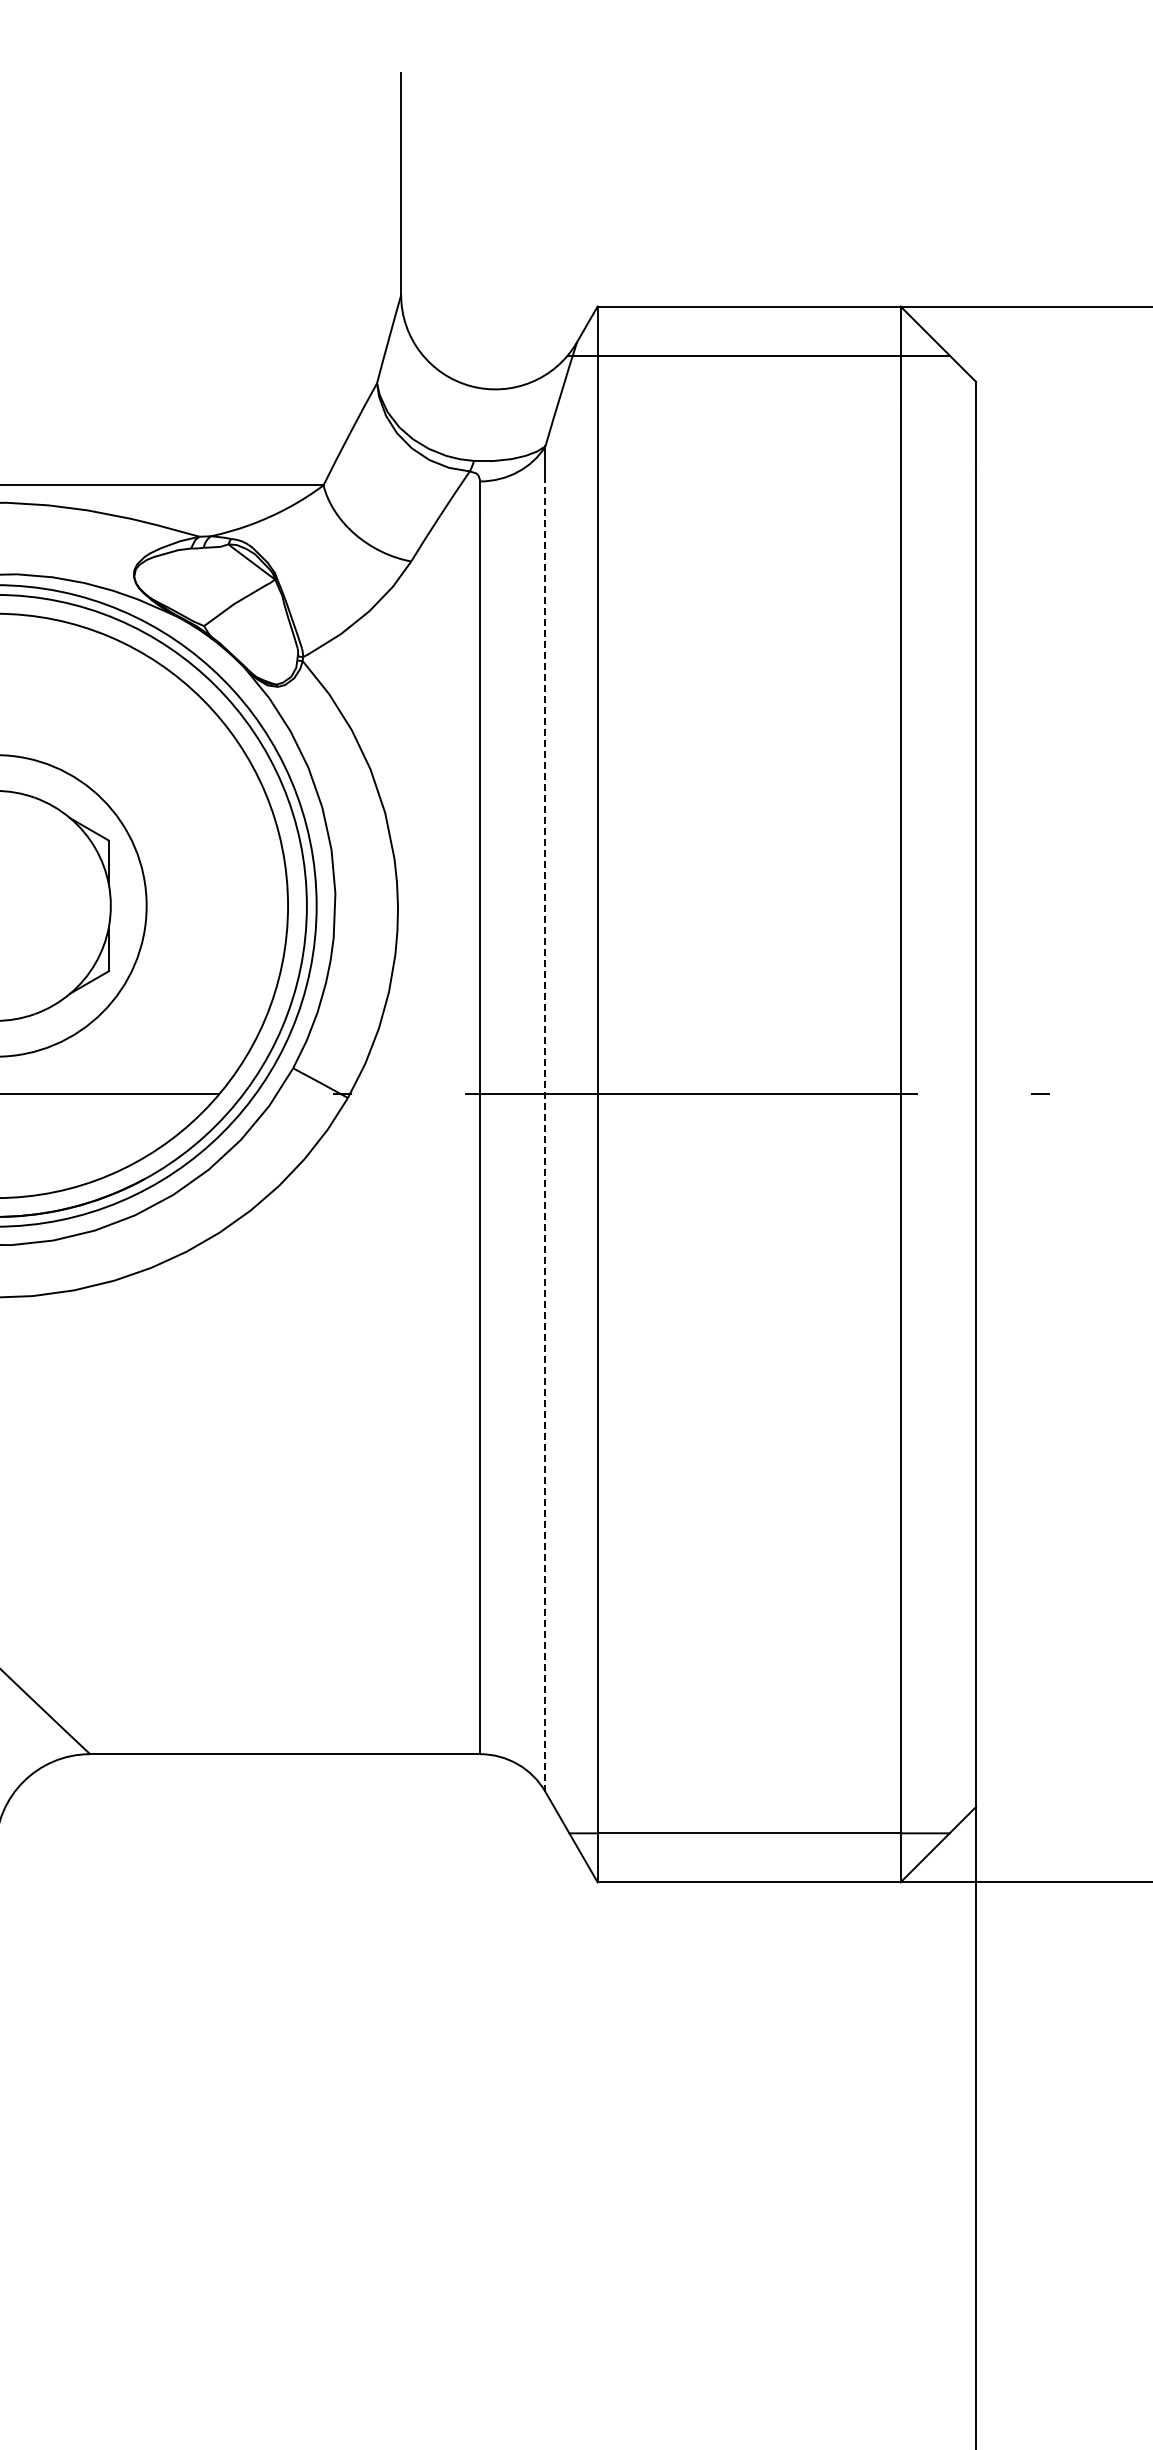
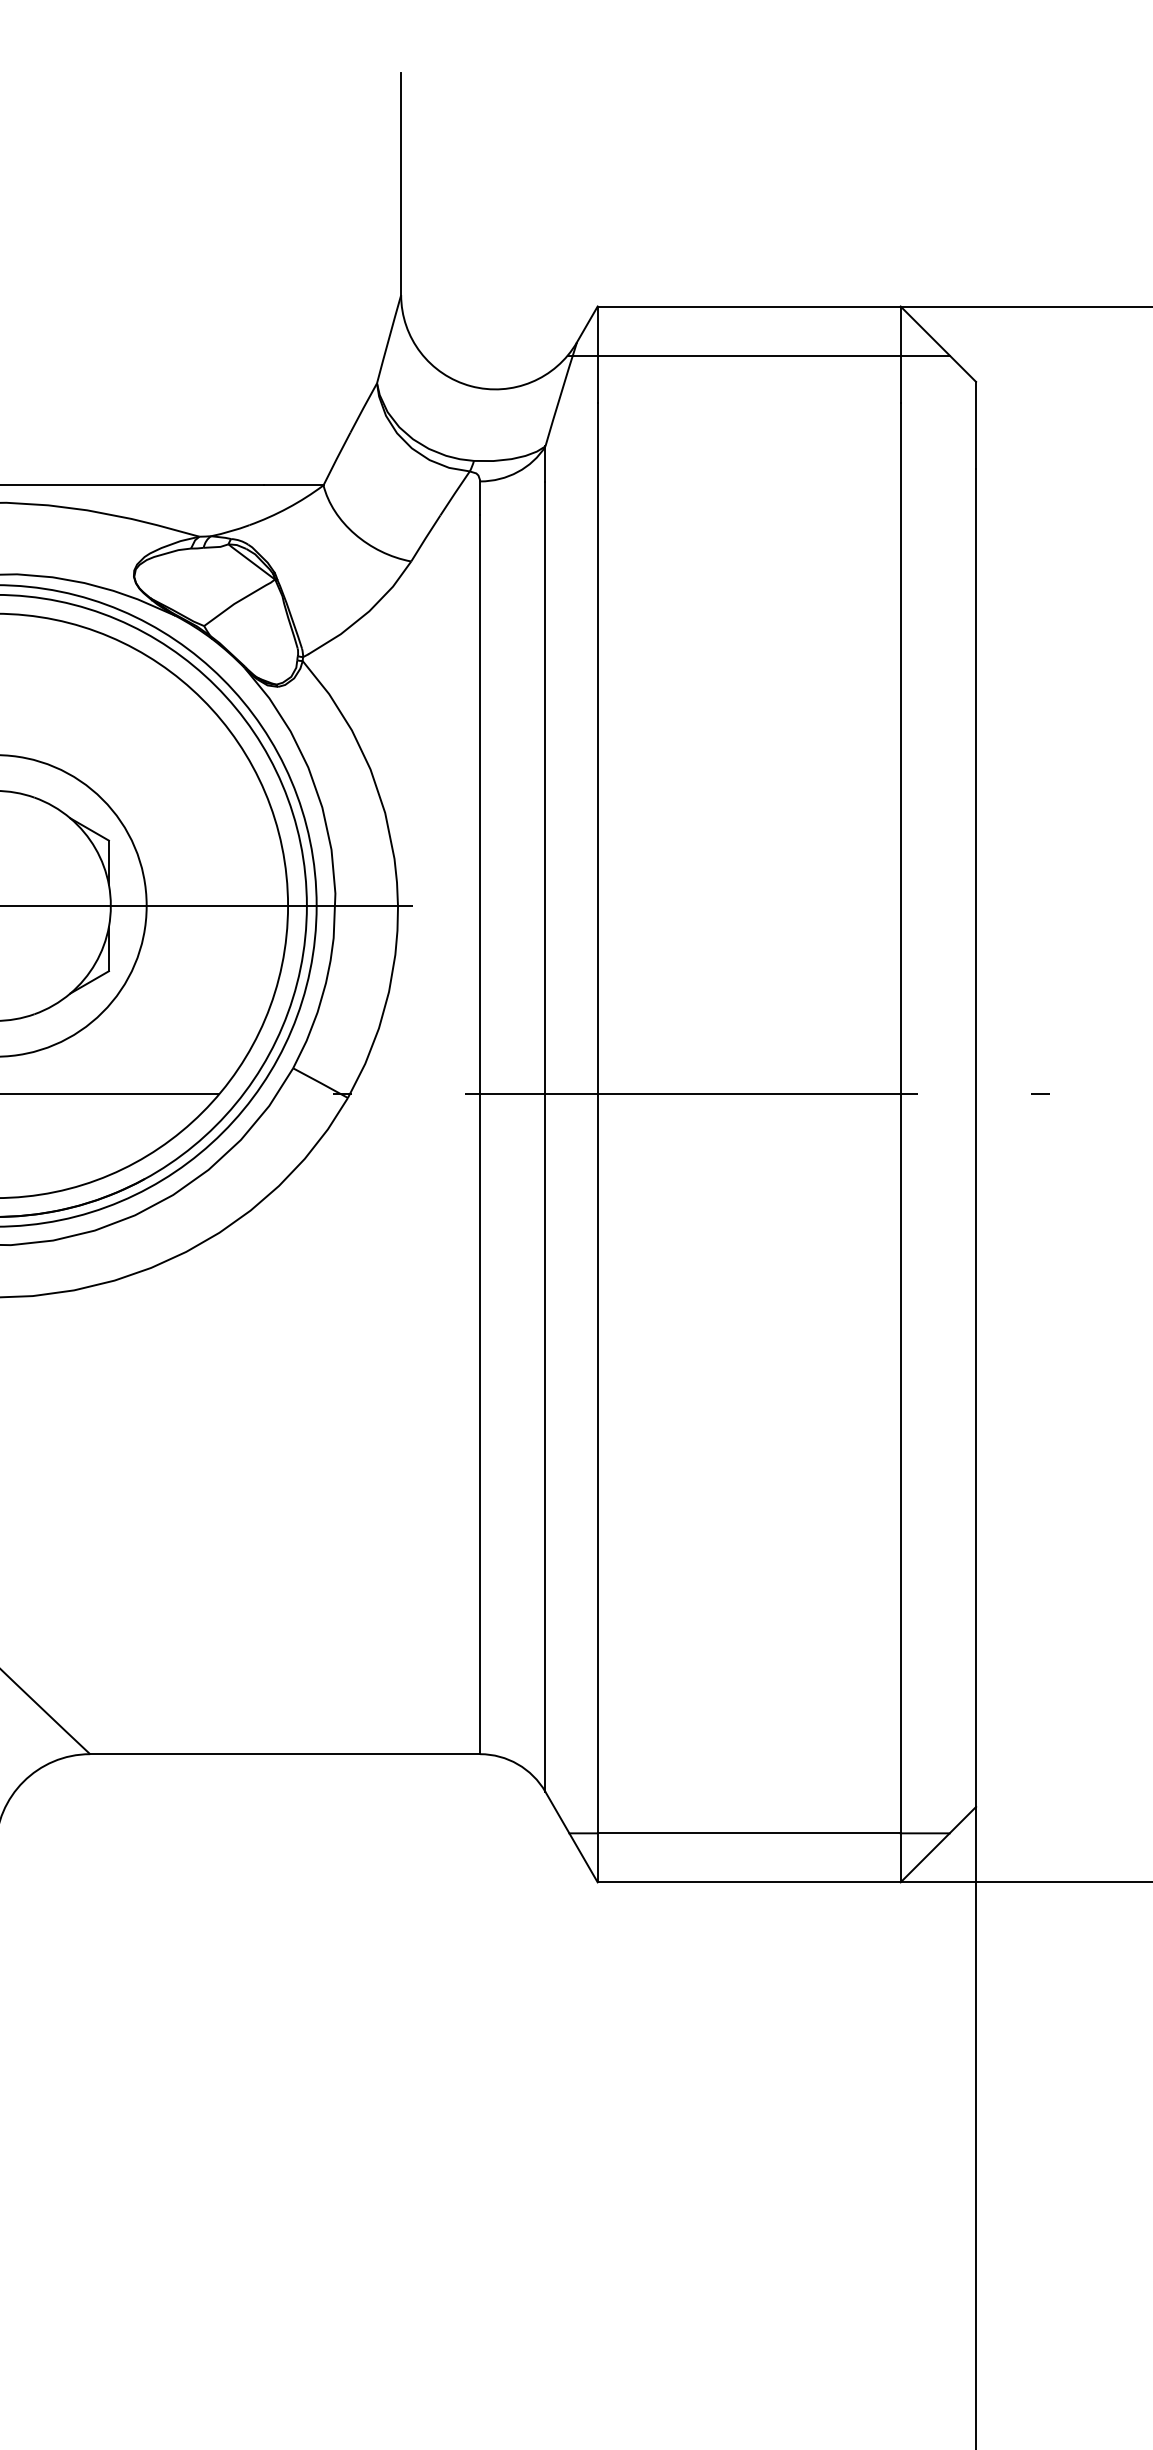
line at (207, 905): none -> present
line at (545, 1137): dashed -> solid
